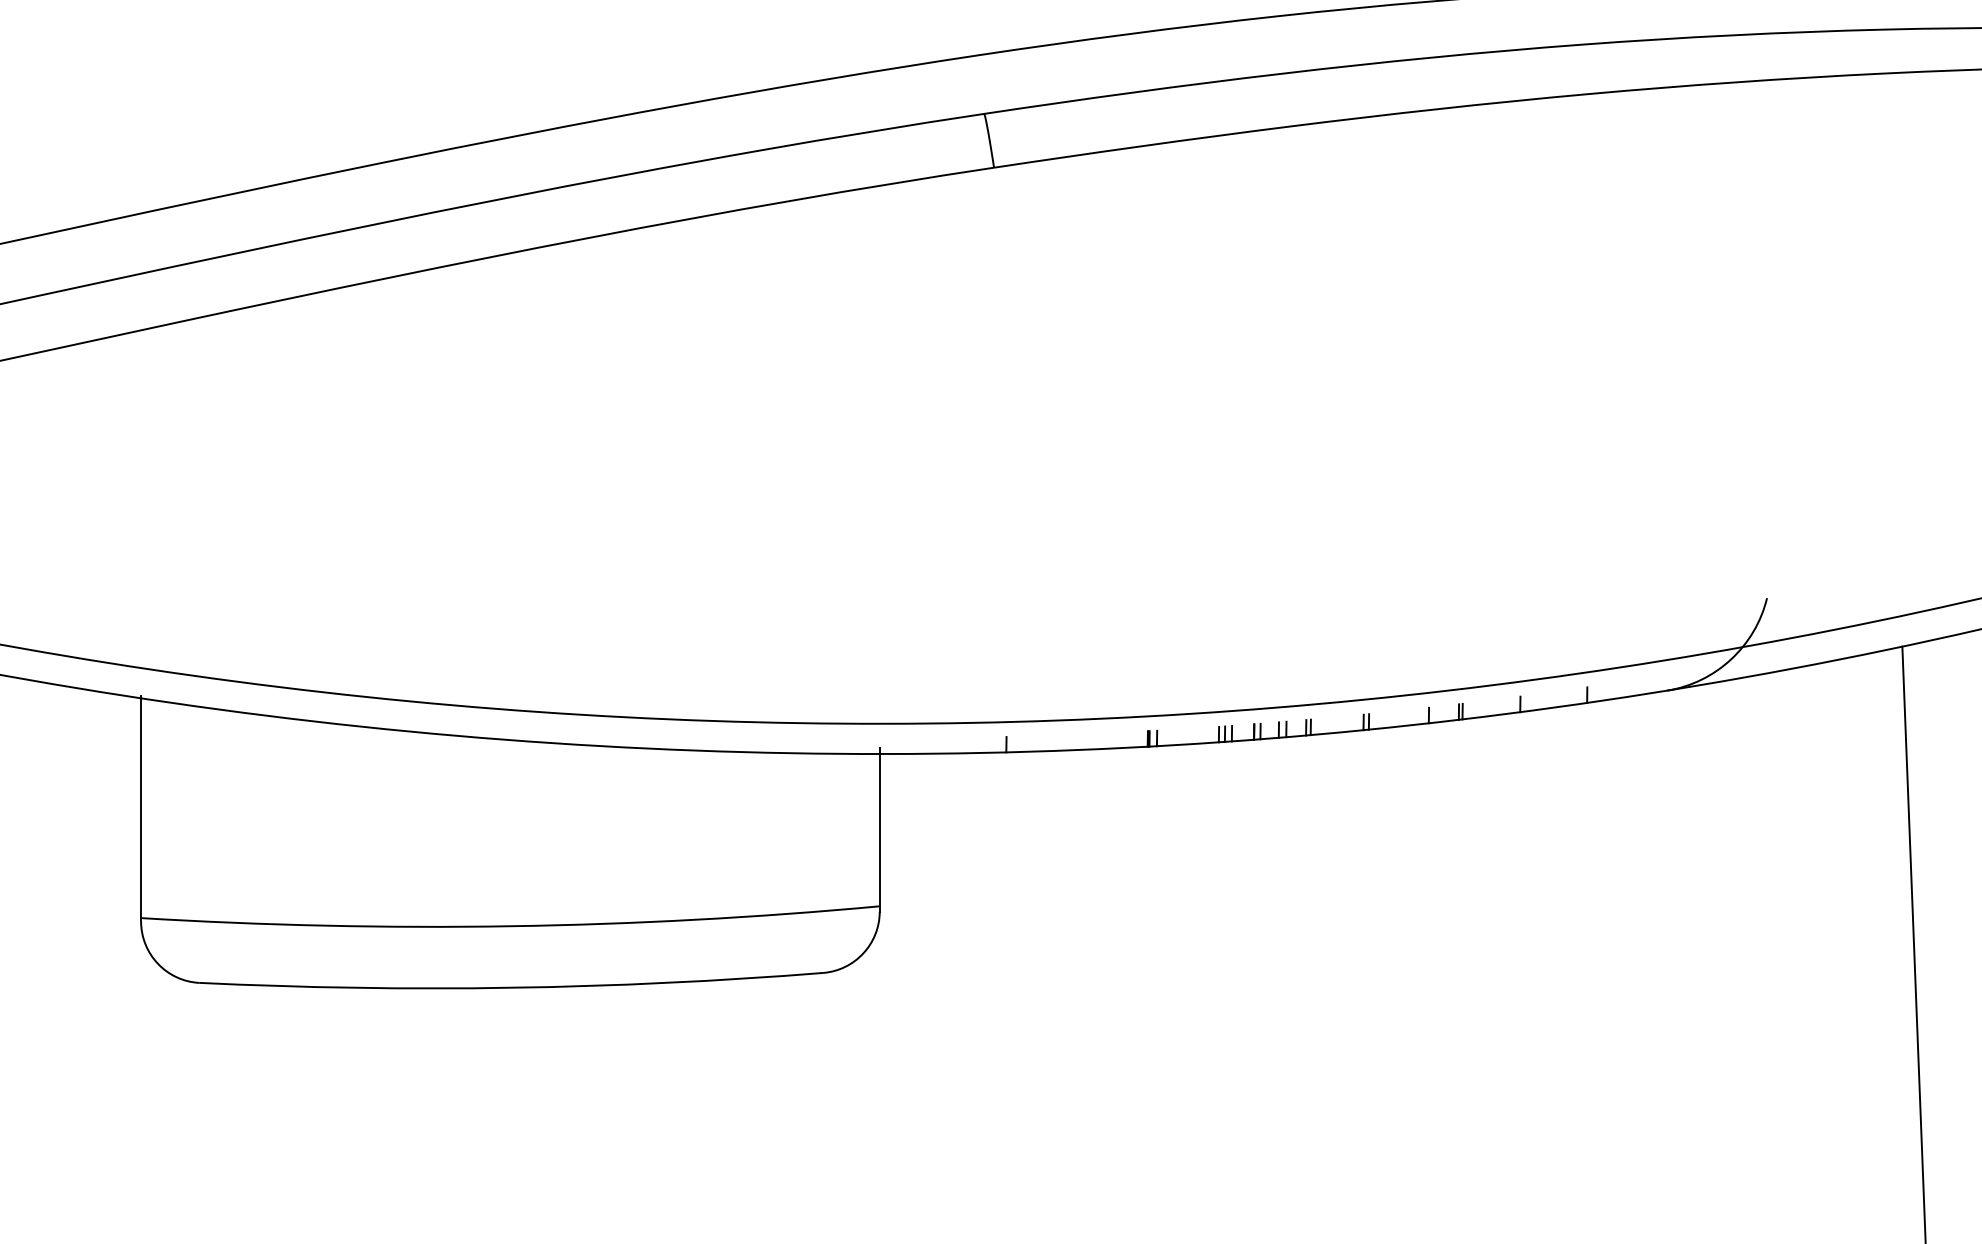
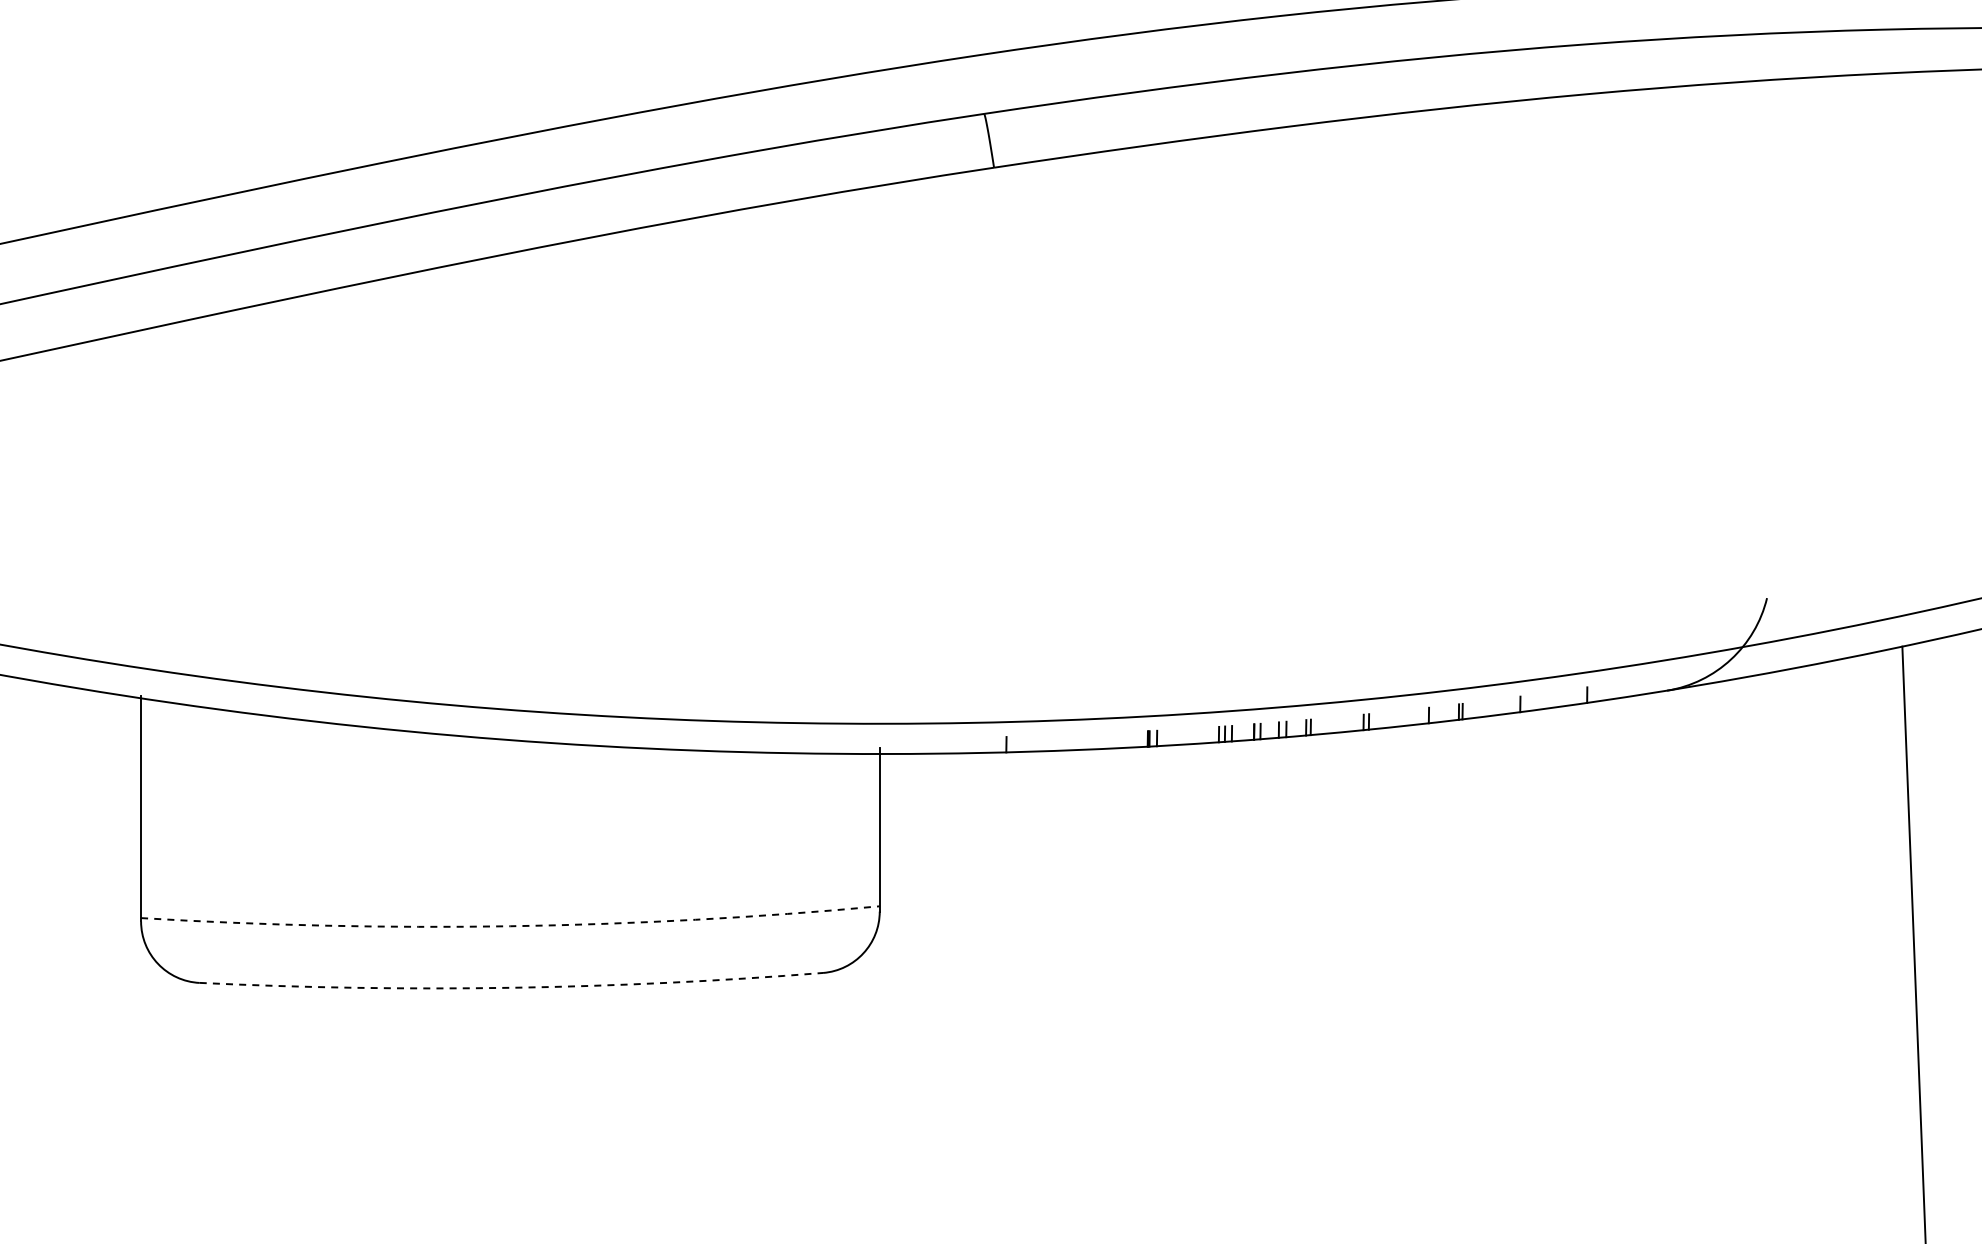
arc at (510, 926): solid -> dashed
arc at (511, 987): solid -> dashed
